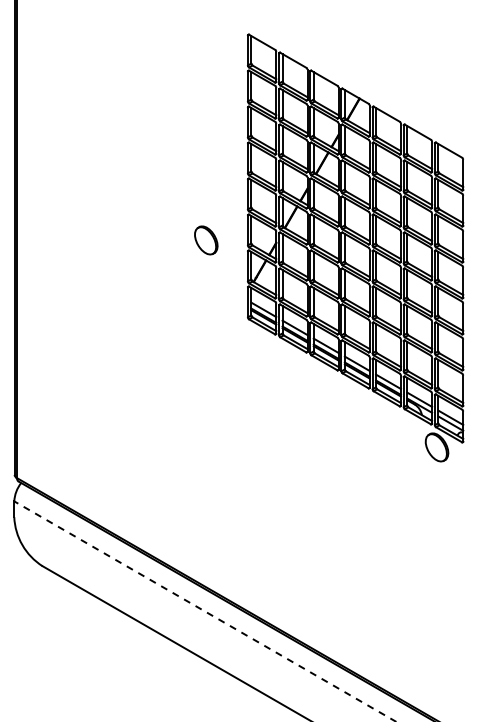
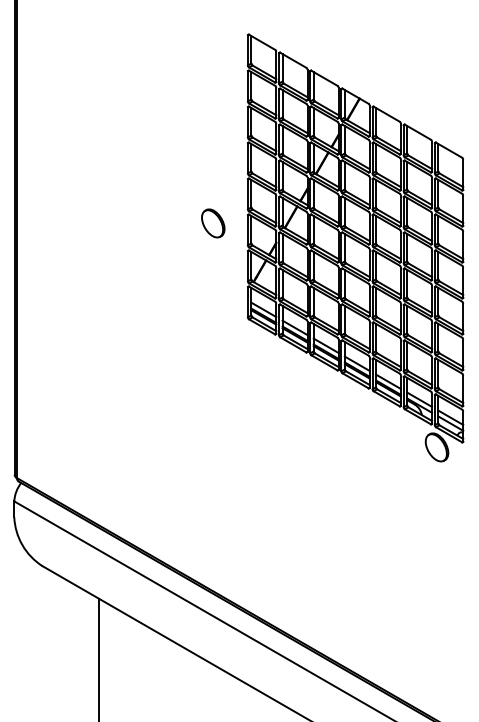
part at (206, 240) position: (206, 240) -> (213, 223)
line at (204, 611): dashed -> solid
line at (99, 658): none -> present
